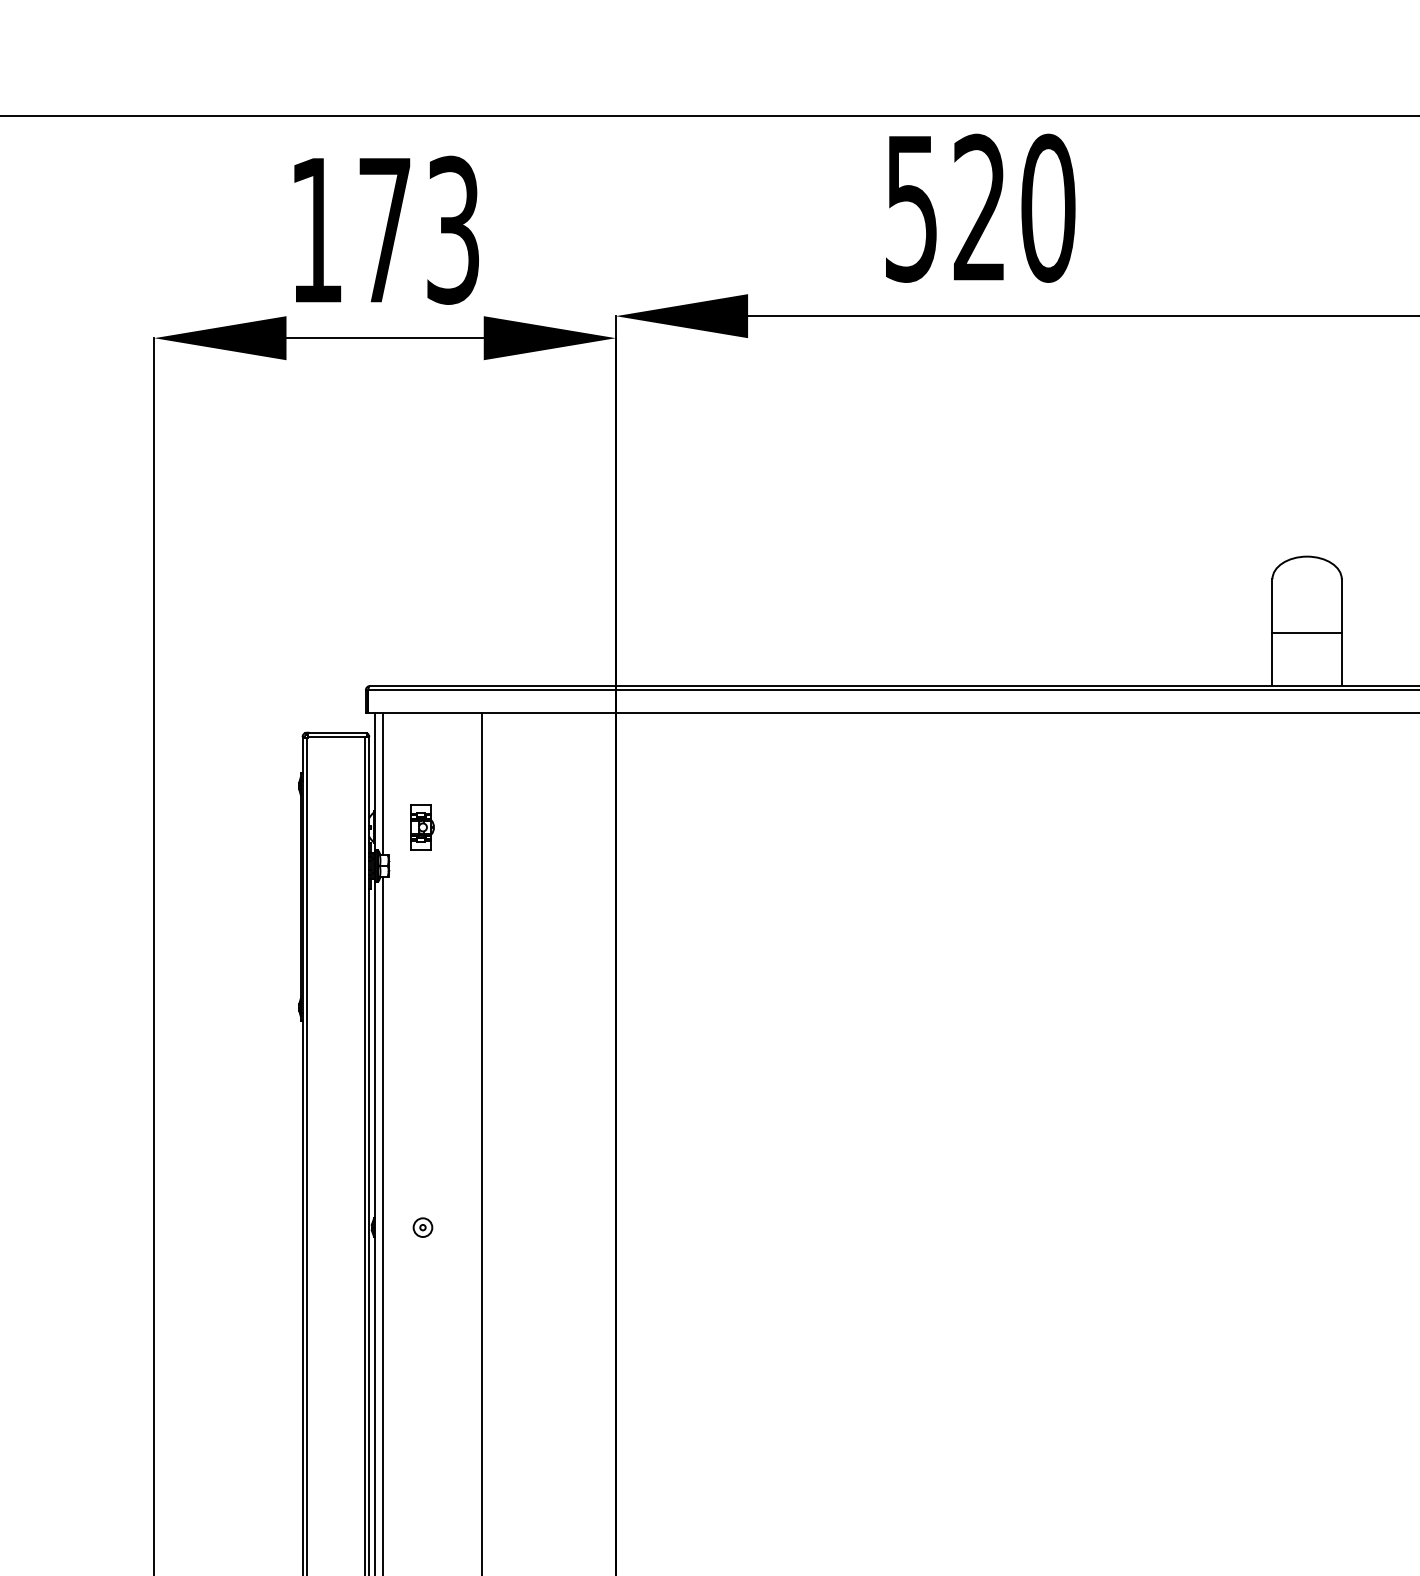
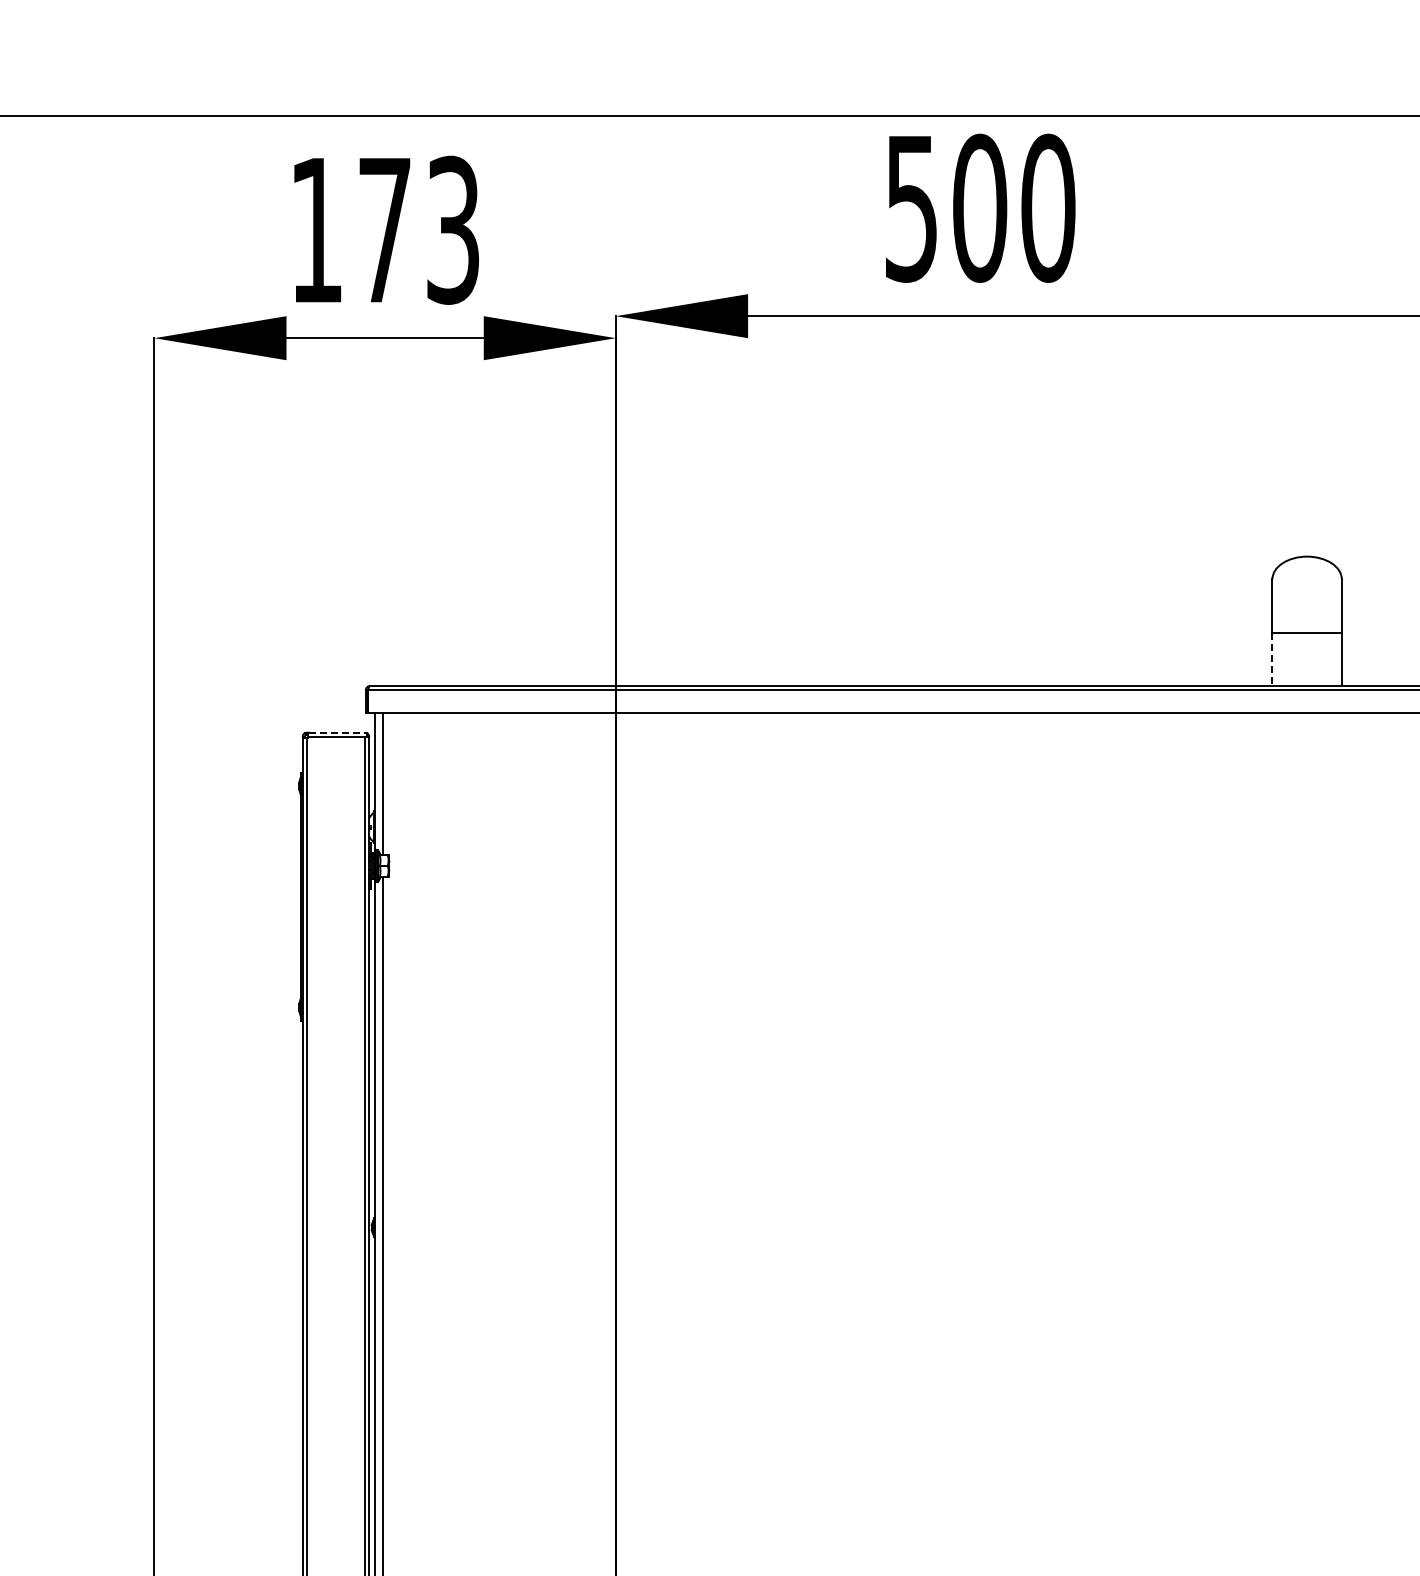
text at (980, 207): 520 -> 500
line at (1272, 659): solid -> dashed
line at (338, 732): solid -> dashed
part at (422, 827): present -> none
line at (481, 1142): present -> none
part at (422, 1227): present -> none
